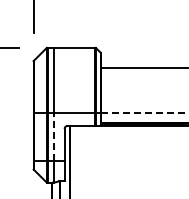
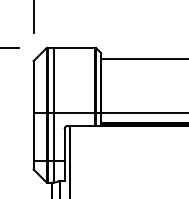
line at (143, 67) position: (143, 67) -> (143, 58)
line at (145, 112): dashed -> solid
line at (53, 136): dashed -> solid
